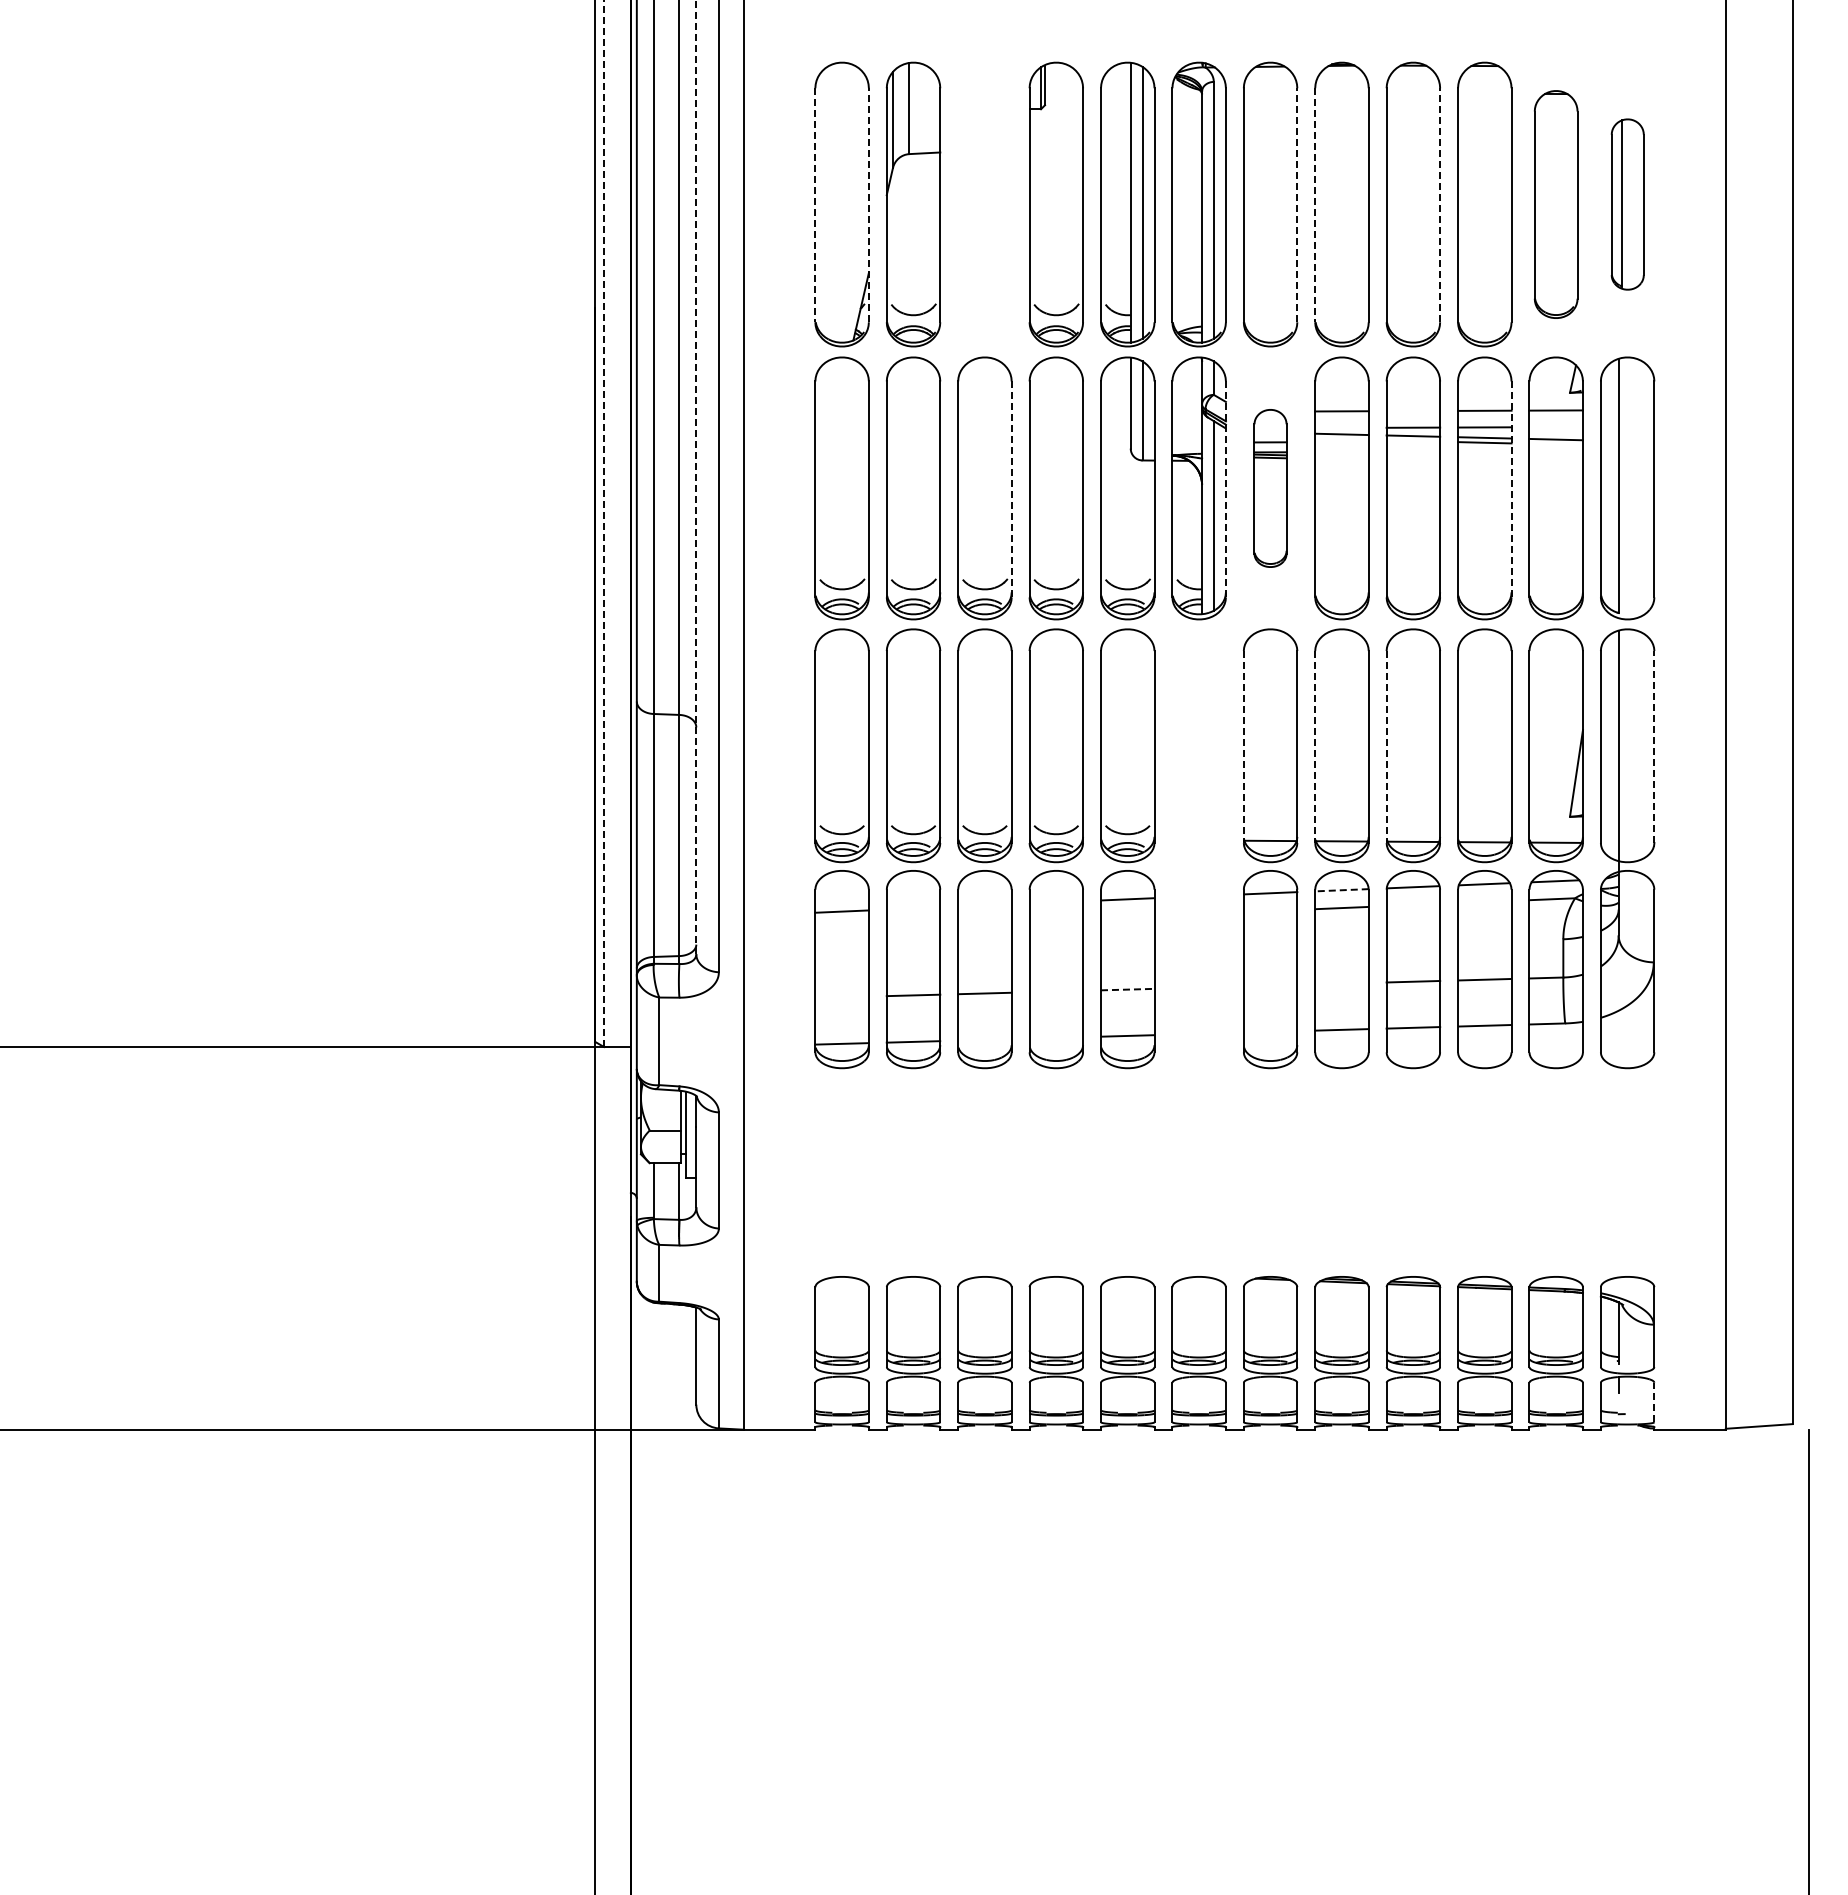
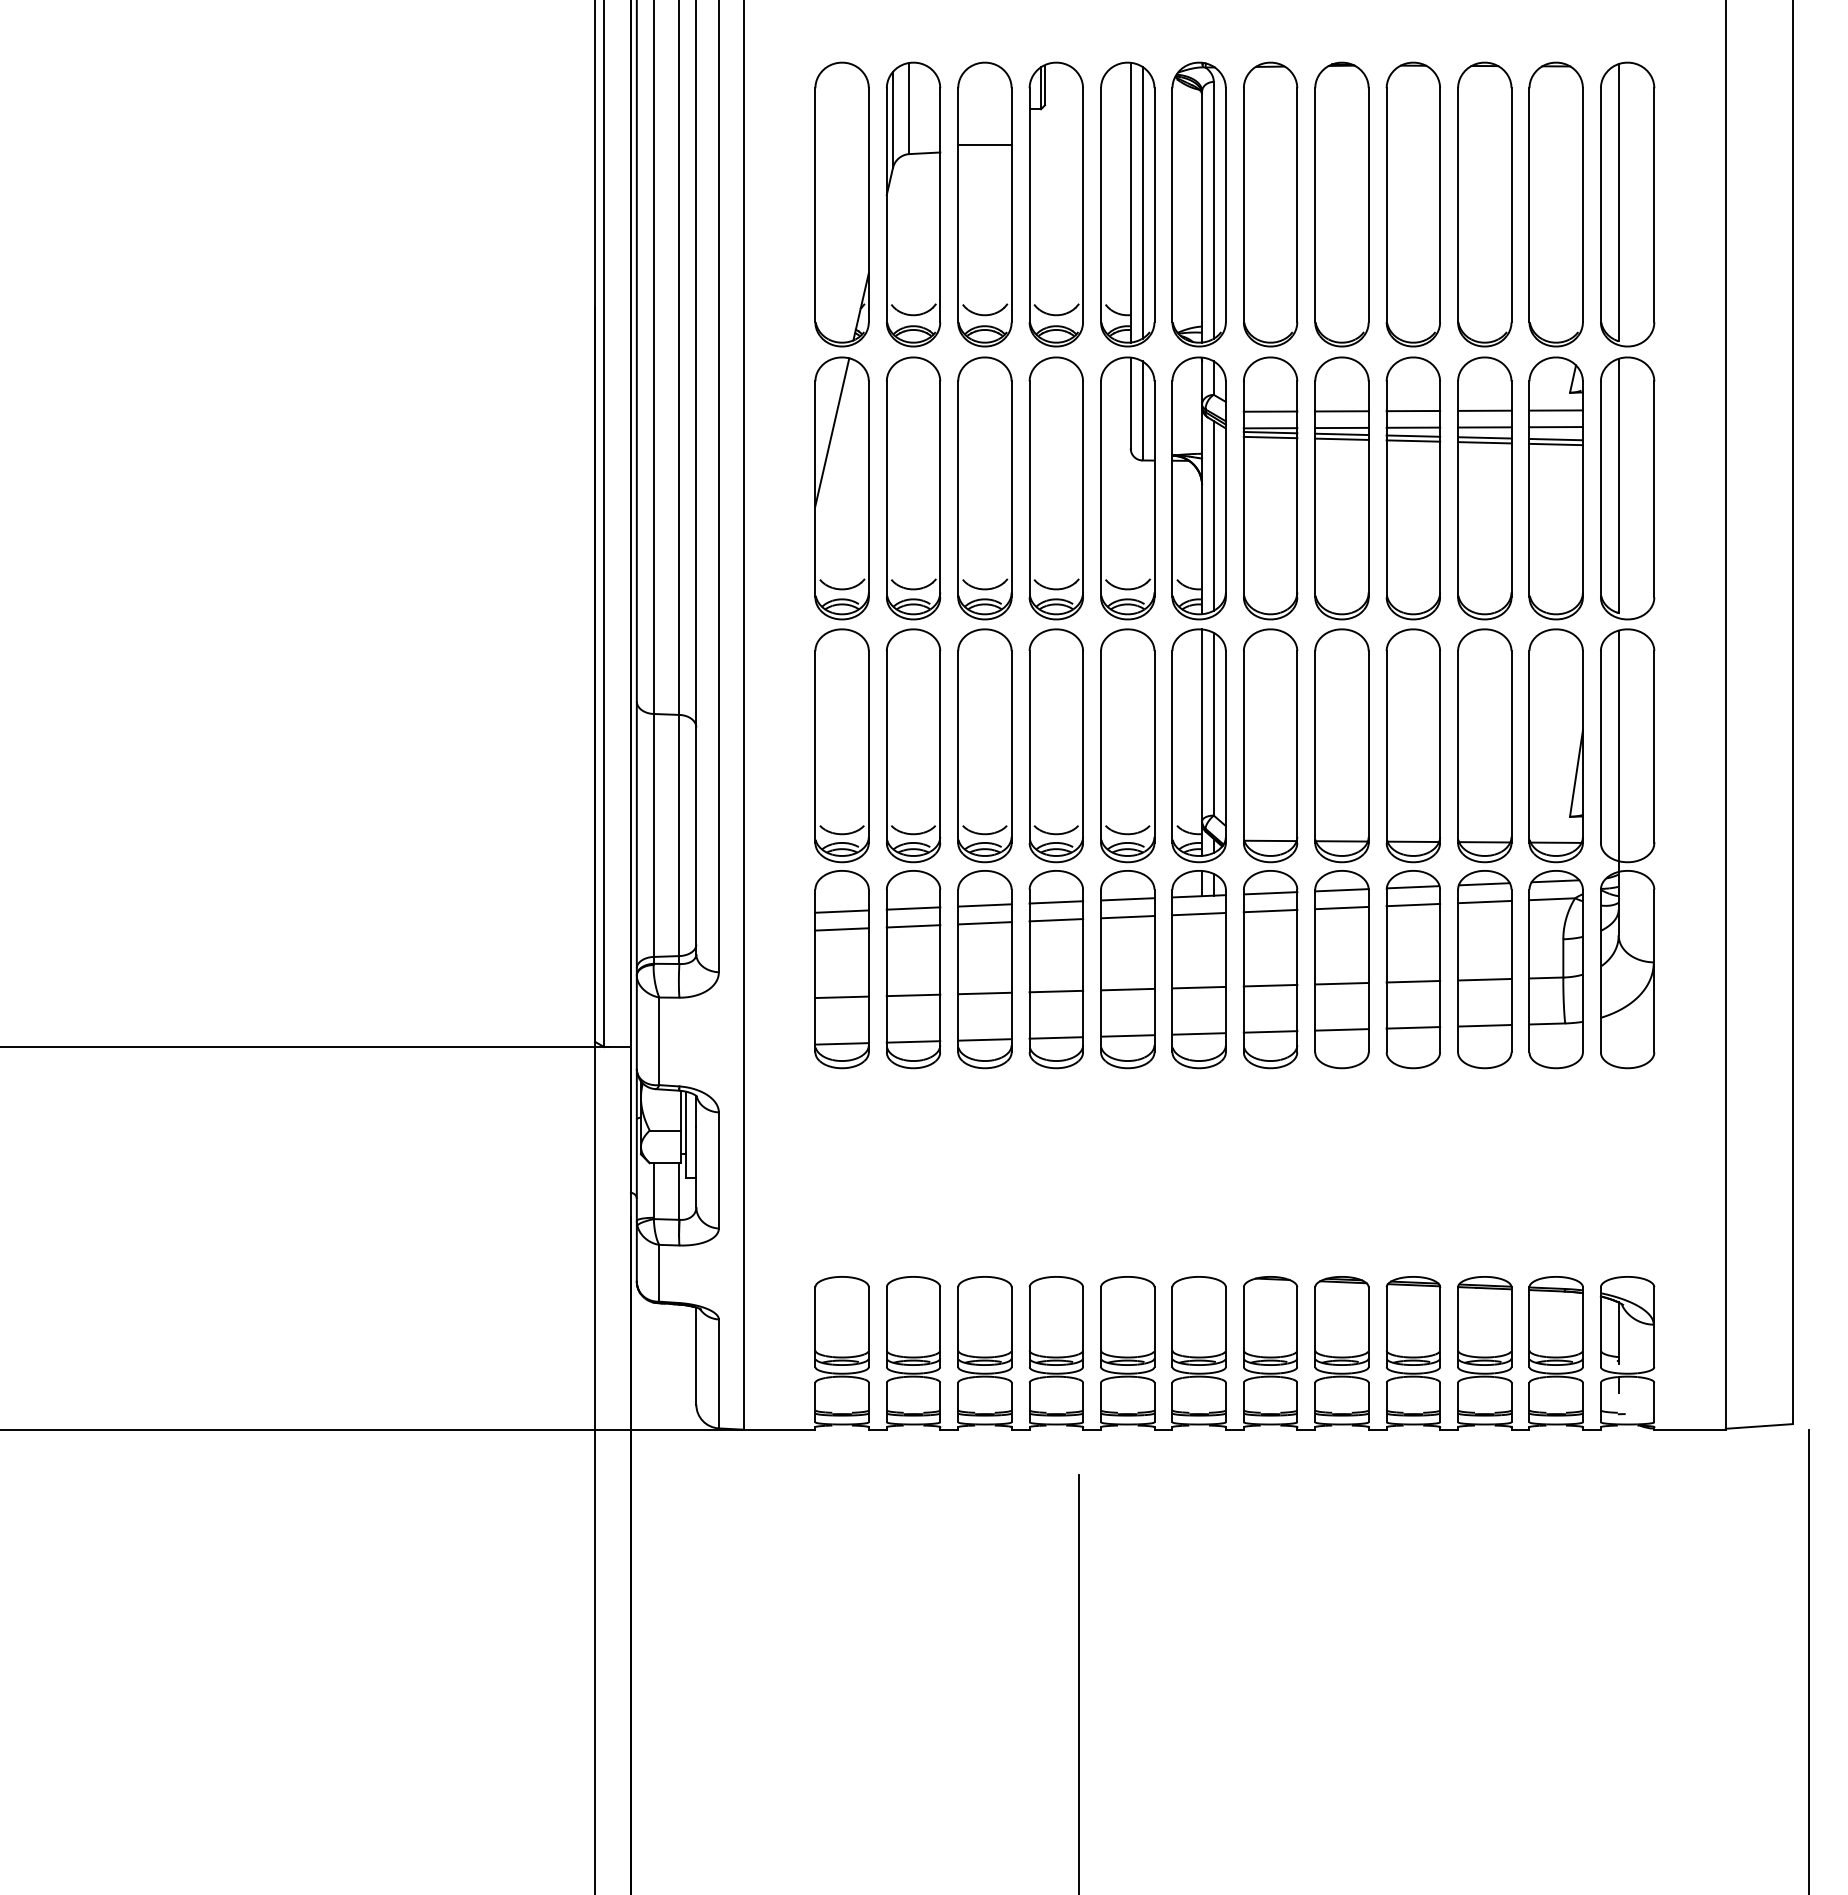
part at (984, 204): none -> present
part at (1555, 204) size: 46x229 px -> 56x287 px
part at (1627, 204) size: 35x173 px -> 56x287 px
line at (815, 205): dashed -> solid
line at (868, 205): dashed -> solid
line at (1297, 205): dashed -> solid
line at (1315, 205): dashed -> solid
line at (1440, 205): dashed -> solid
line at (1413, 410): none -> present
line at (1341, 427): none -> present
line at (1555, 427): none -> present
line at (832, 432): none -> present
line at (1341, 438): none -> present
line at (1413, 440): none -> present
line at (1555, 444): none -> present
line at (696, 477): dashed -> solid
part at (1270, 488) size: 35x159 px -> 57x265 px
line at (1011, 489): dashed -> solid
line at (1225, 489): dashed -> solid
line at (1511, 489): dashed -> solid
line at (604, 523): dashed -> solid
line at (1243, 747): dashed -> solid
line at (1315, 747): dashed -> solid
line at (1386, 747): dashed -> solid
line at (1654, 747): dashed -> solid
part at (1198, 848): none -> present
line at (1342, 890): dashed -> solid
line at (1484, 901): none -> present
line at (1056, 902): none -> present
line at (1413, 904): none -> present
line at (984, 905): none -> present
line at (913, 908): none -> present
line at (1270, 910): none -> present
line at (1127, 917): none -> present
line at (1056, 920): none -> present
line at (984, 923): none -> present
line at (913, 926): none -> present
line at (841, 929): none -> present
line at (1341, 983): none -> present
line at (1270, 985): none -> present
line at (1127, 989): dashed -> solid
line at (1056, 991): none -> present
line at (841, 997): none -> present
line at (1270, 1031): none -> present
line at (1055, 1037): none -> present
line at (984, 1039): none -> present
line at (1654, 1402): dashed -> solid
line at (1078, 1683): none -> present
